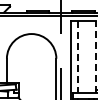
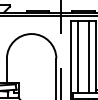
line at (88, 56): none -> present
line at (95, 56): dashed -> solid
line at (78, 57): dashed -> solid
